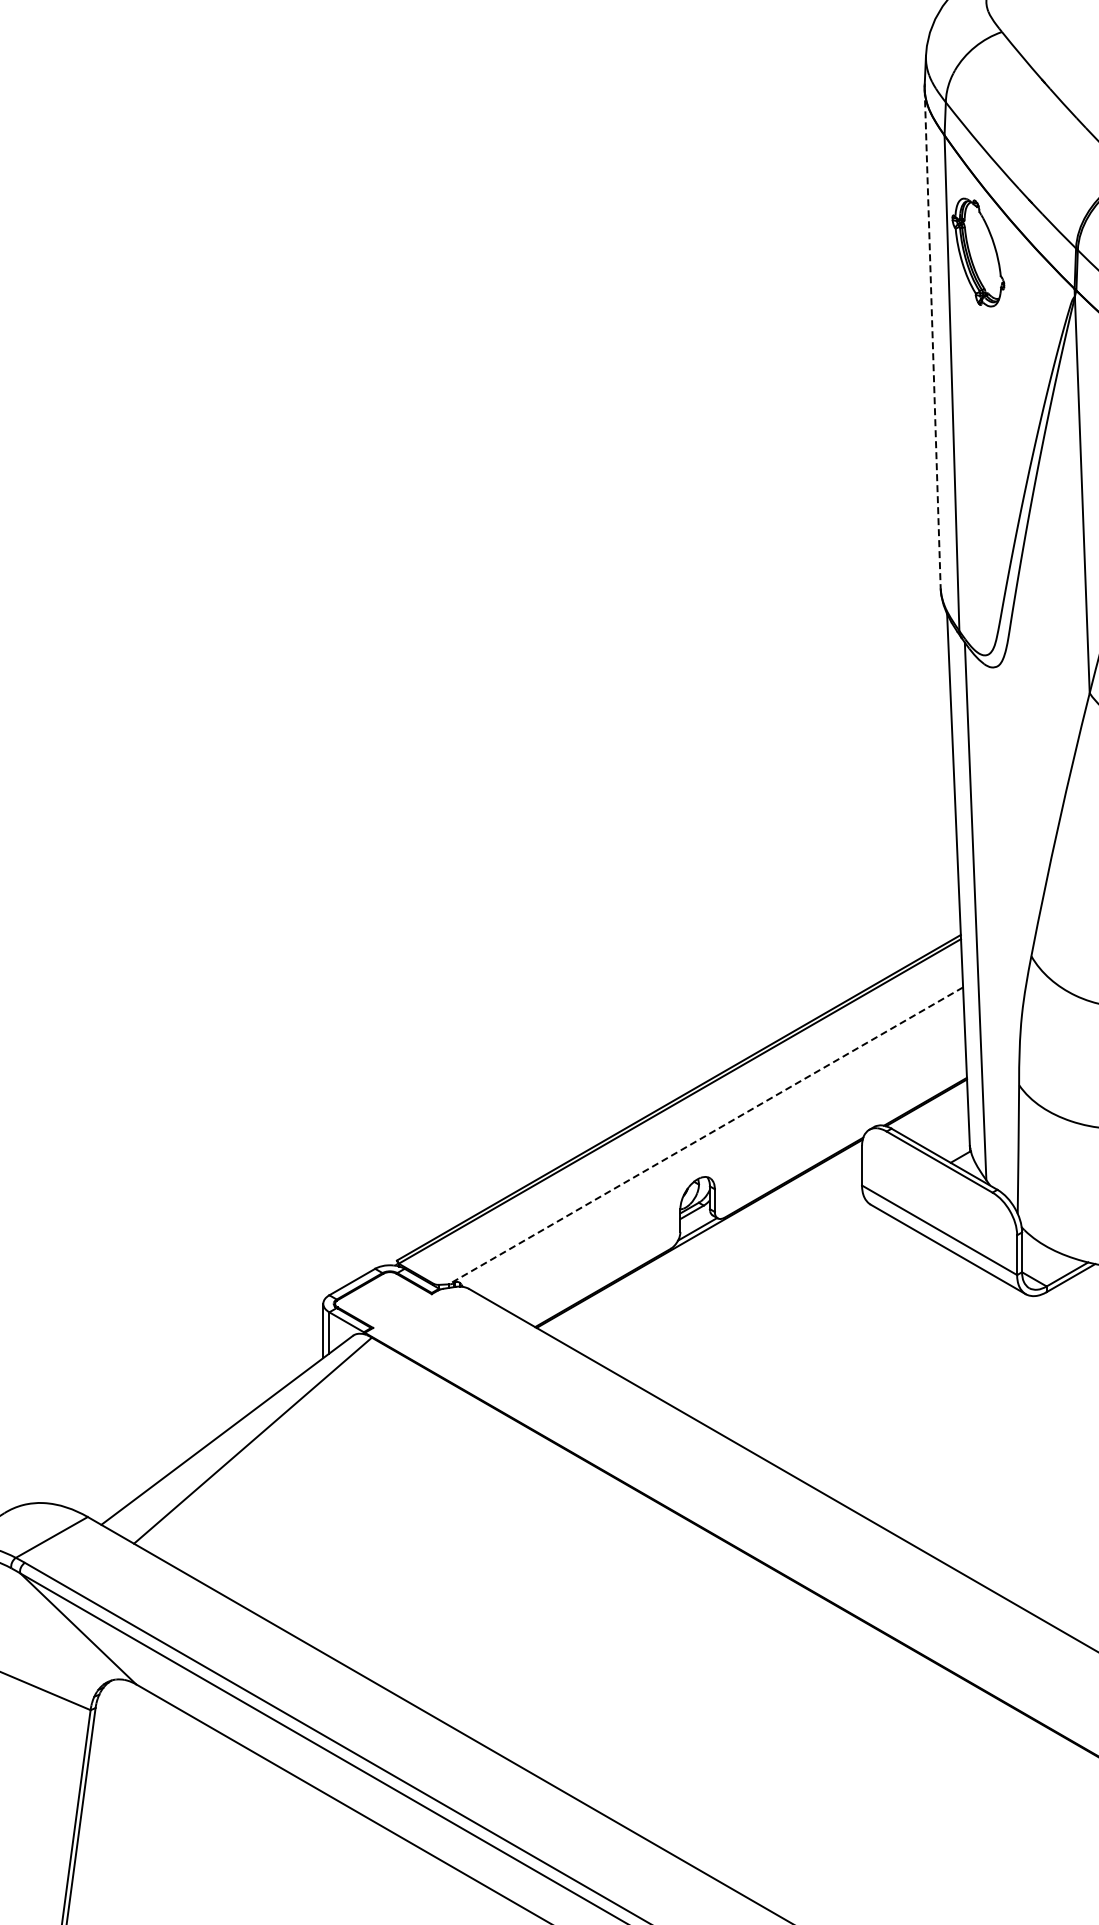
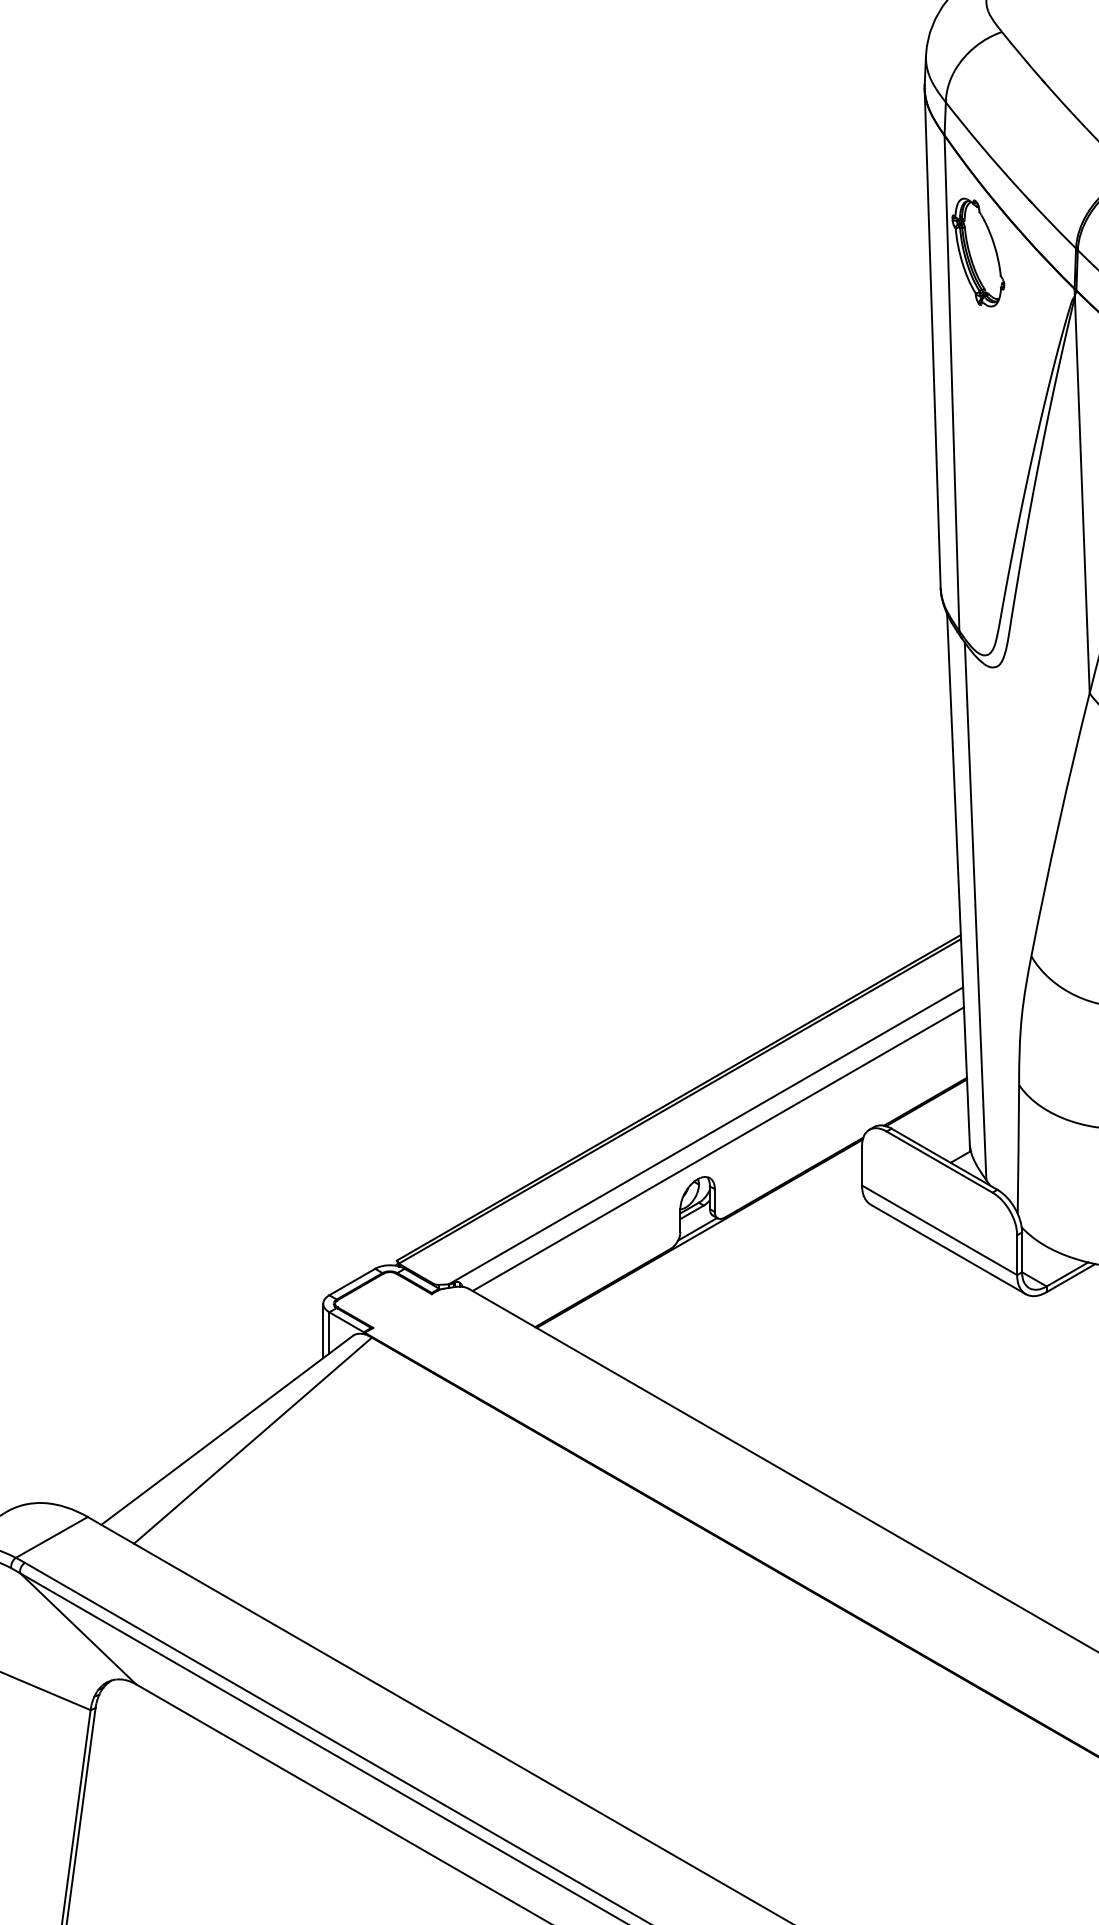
line at (932, 338): dashed -> solid
line at (705, 1135): dashed -> solid
line at (717, 1149): none -> present
